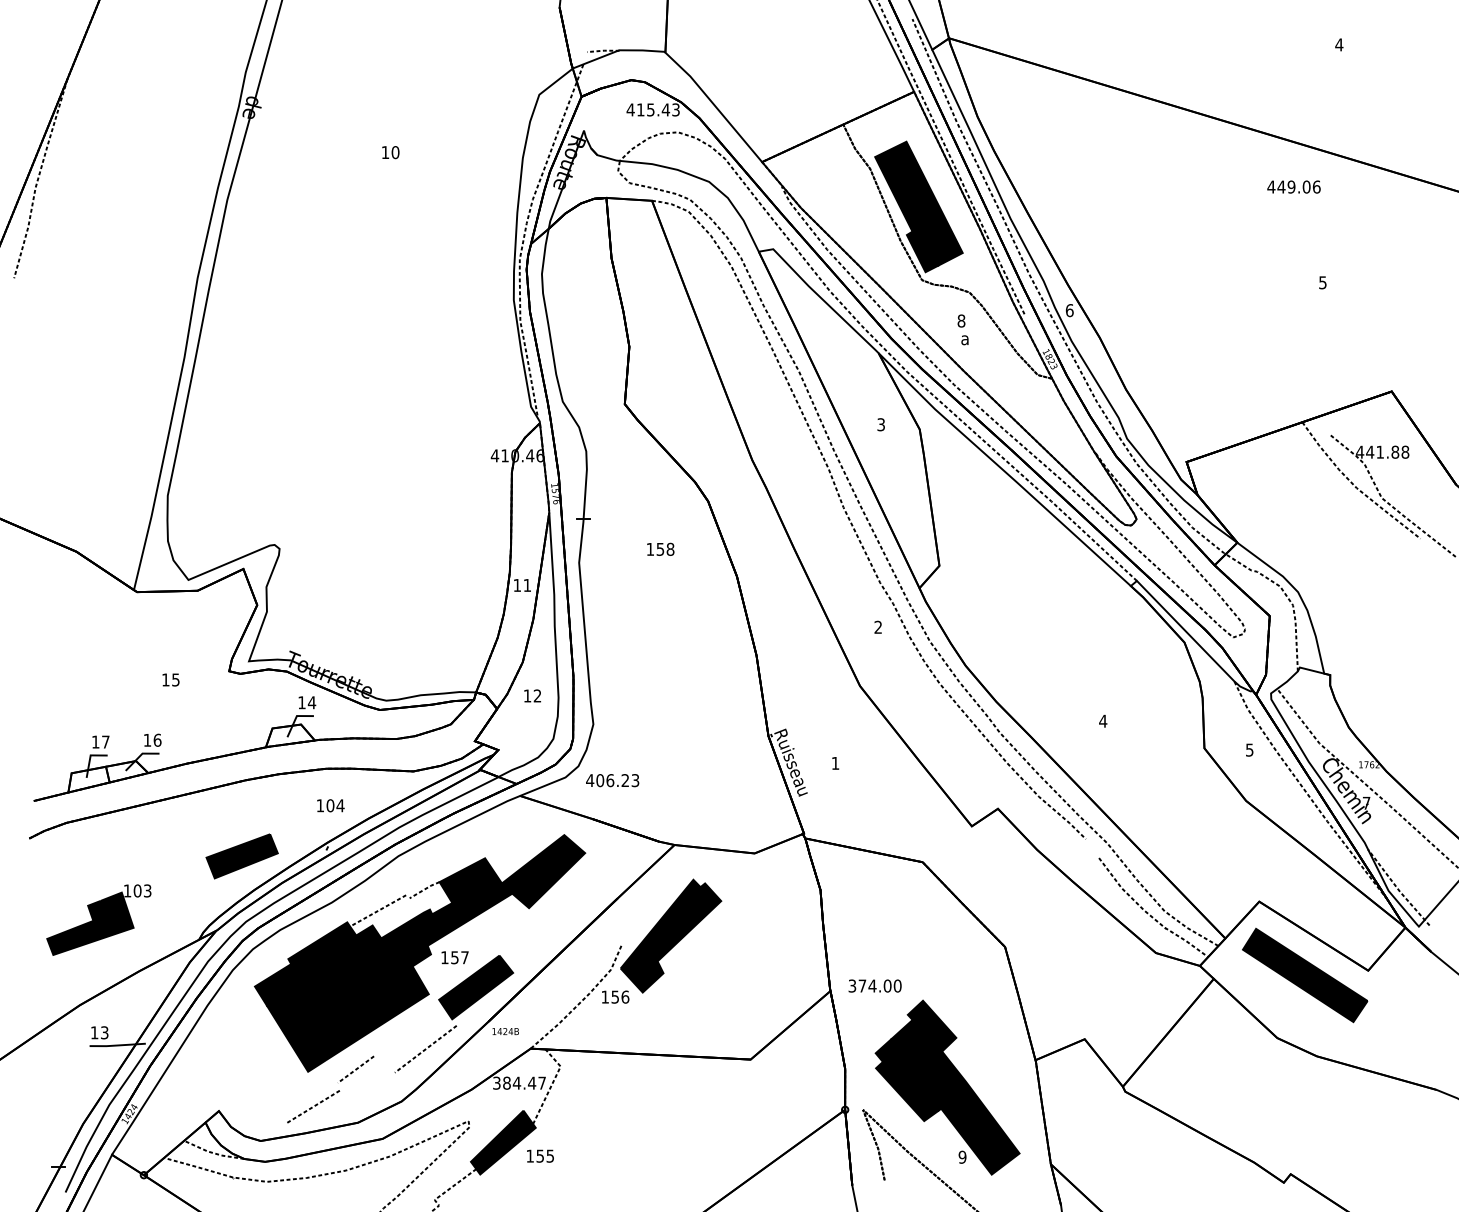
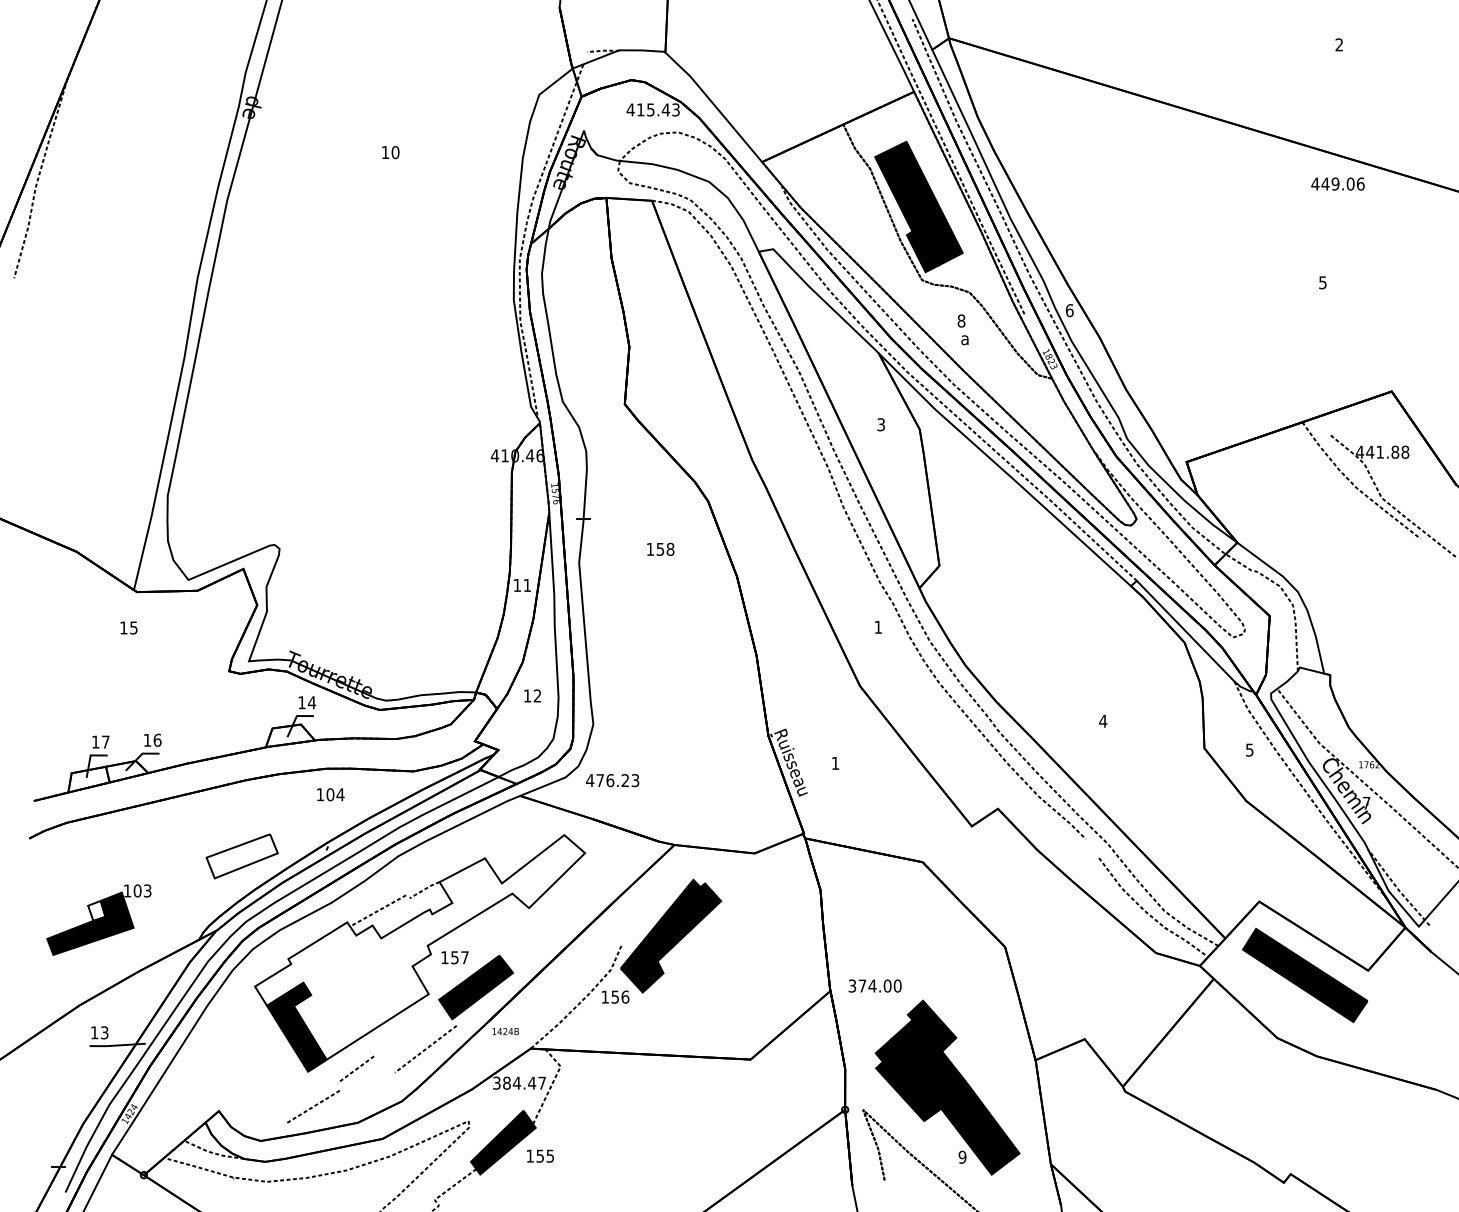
text at (1339, 44): 4 -> 2
text at (1293, 186) position: (1293, 186) -> (1337, 183)
text at (877, 626): 2 -> 1
text at (170, 679) position: (170, 679) -> (128, 627)
text at (600, 780): 406.23 -> 476.23
text at (330, 805) position: (330, 805) -> (330, 794)
fill at (241, 856): present -> none
fill at (96, 910): present -> none
fill at (420, 947): present -> none
